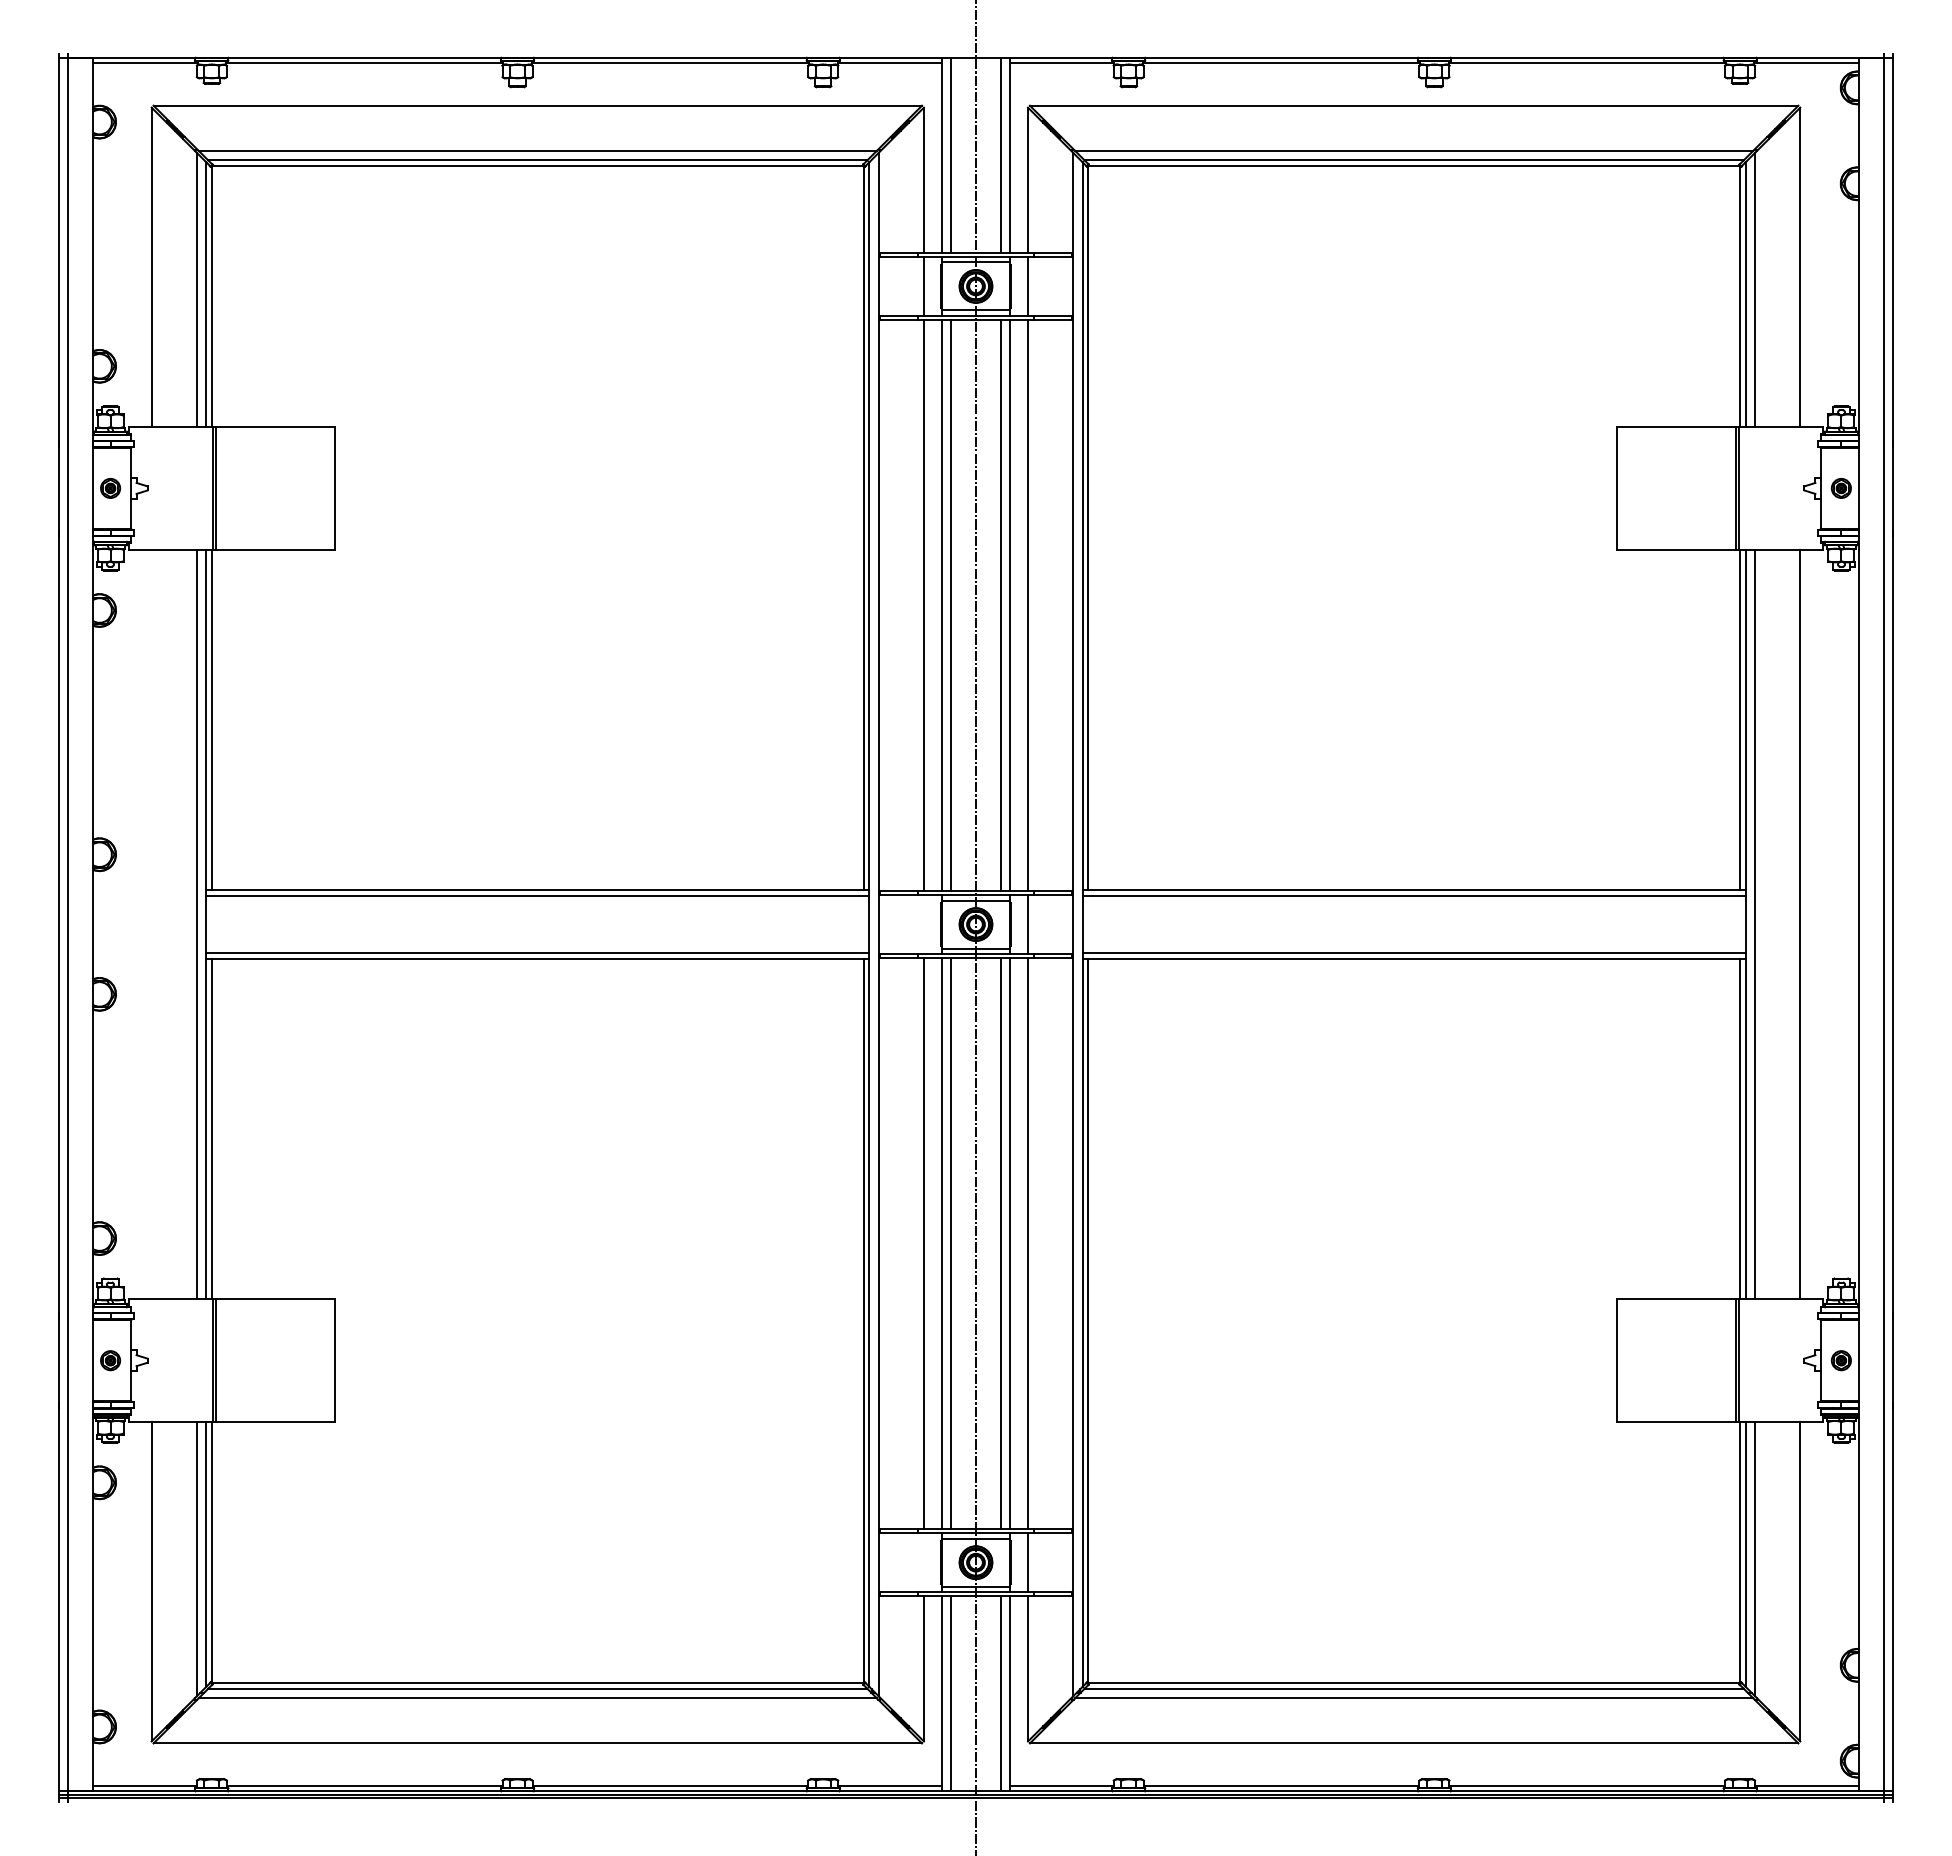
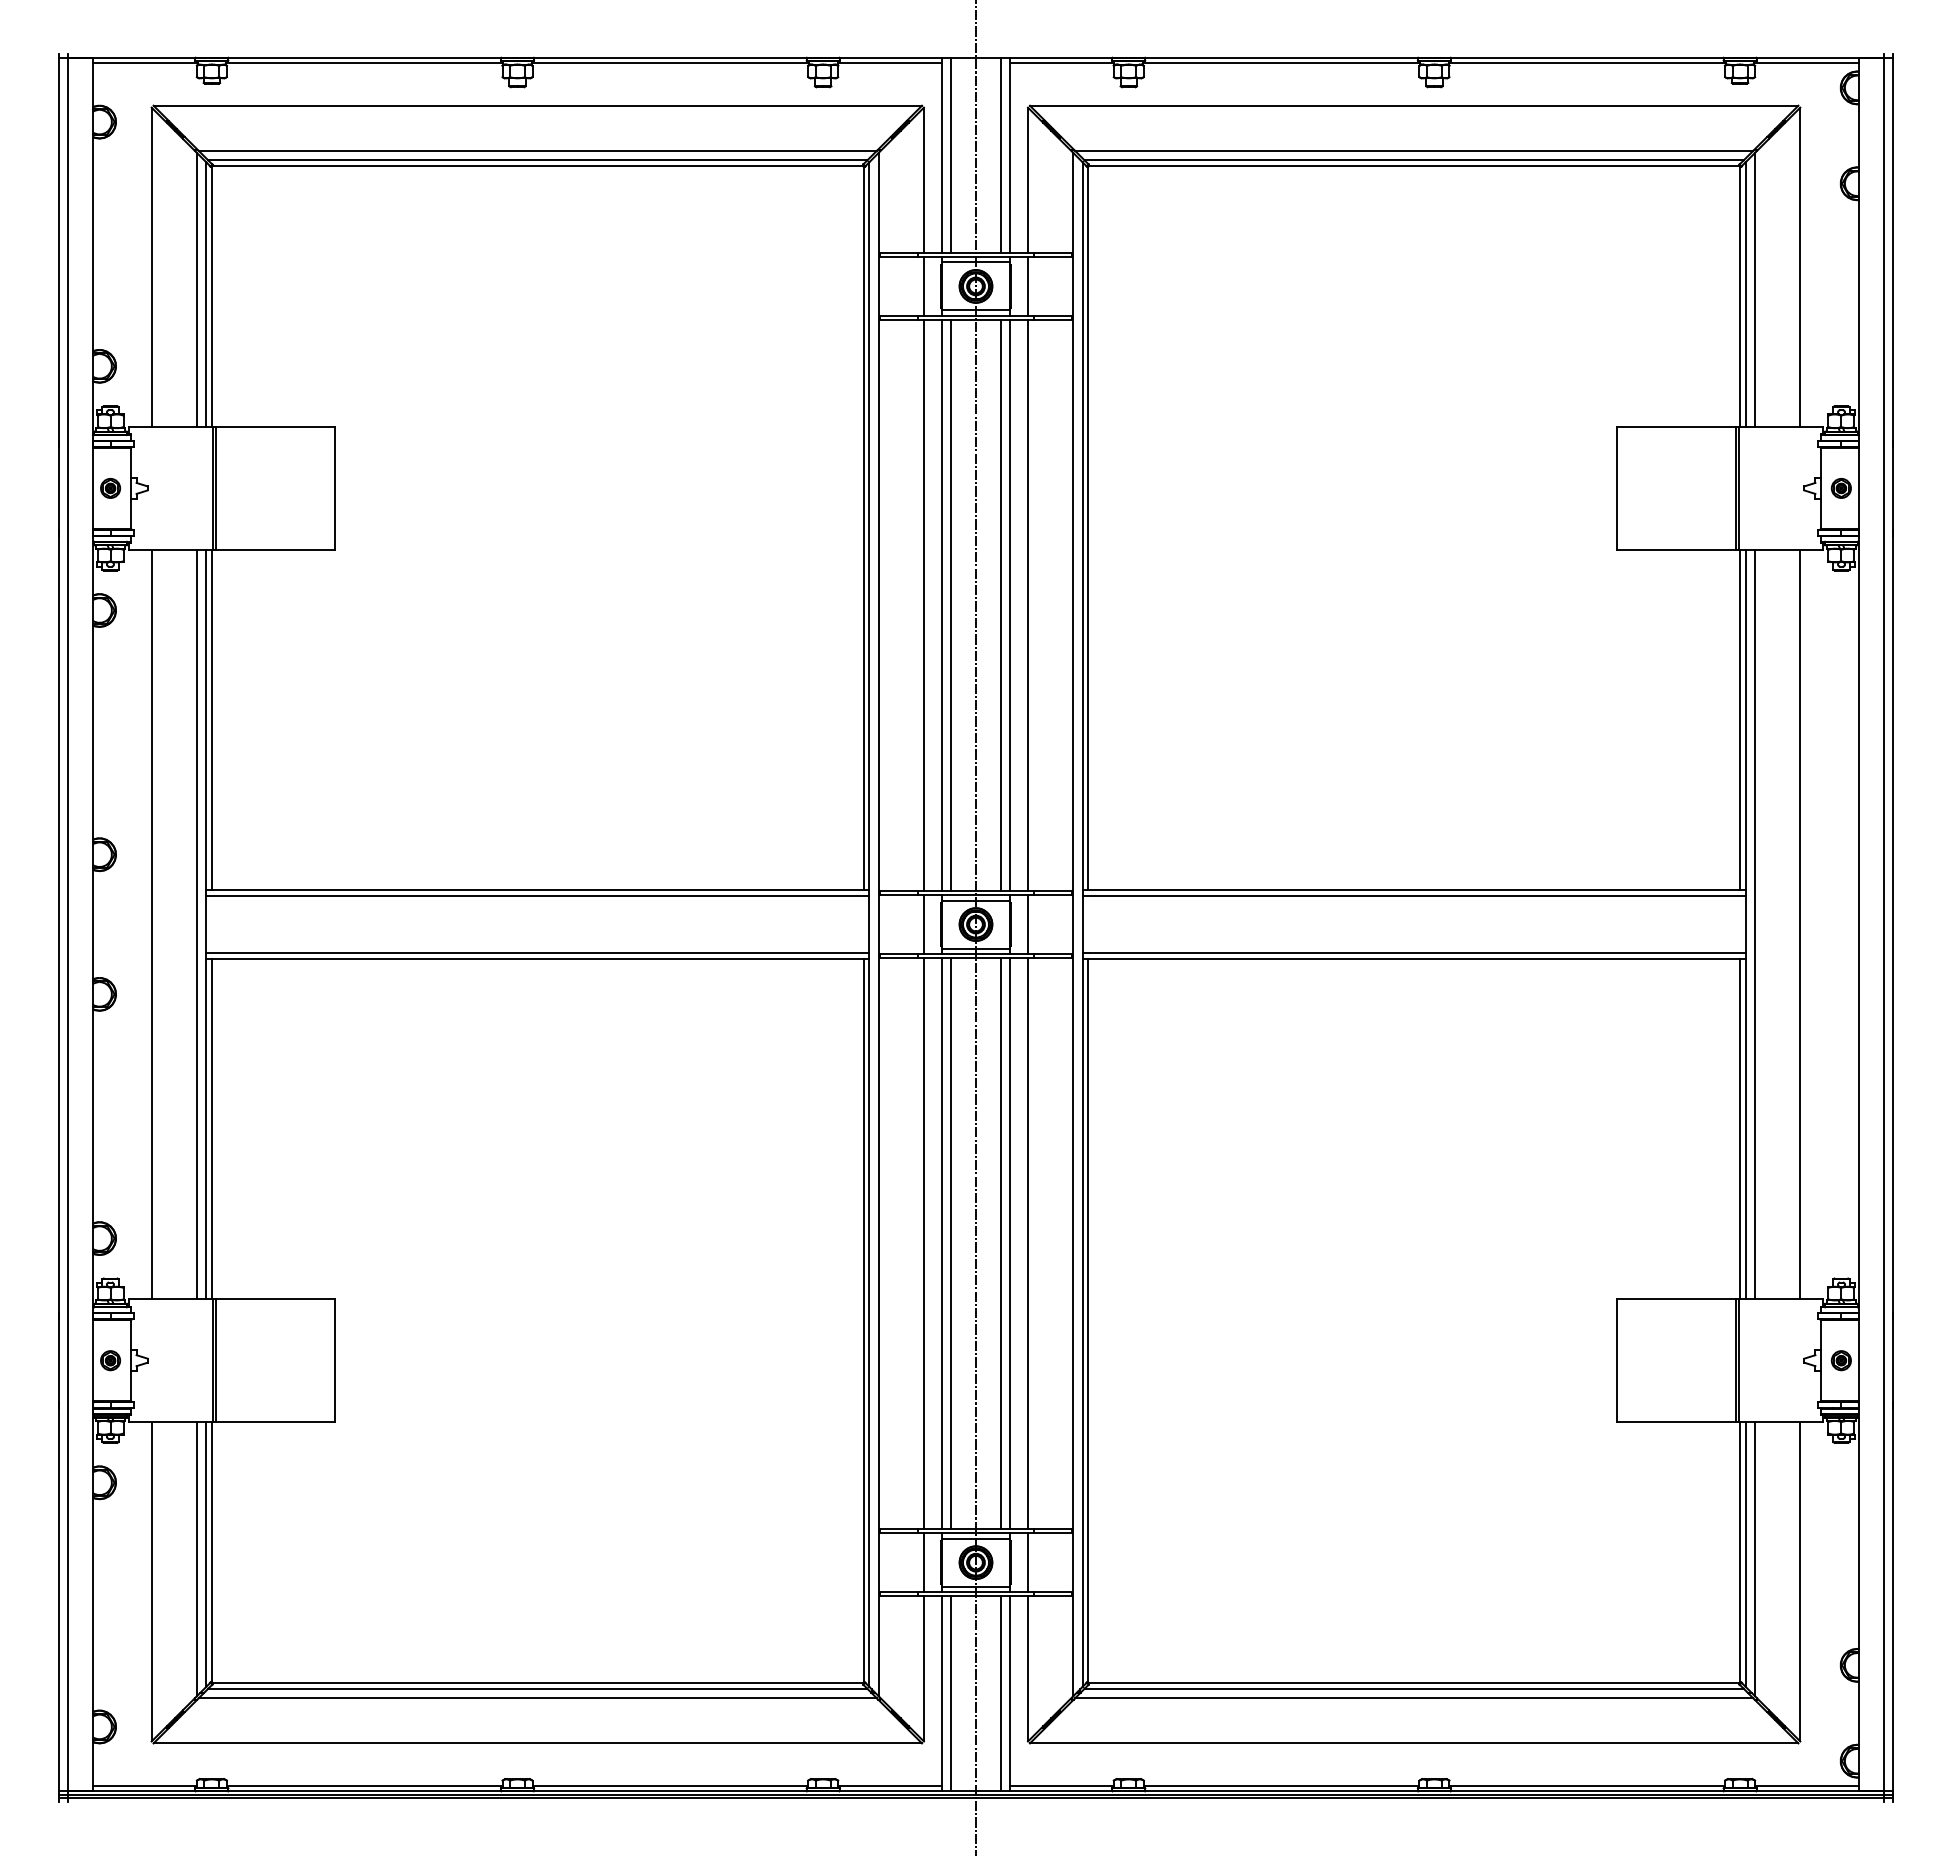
line at (151, 924): none -> present
line at (923, 924): none -> present
line at (923, 1562): none -> present
